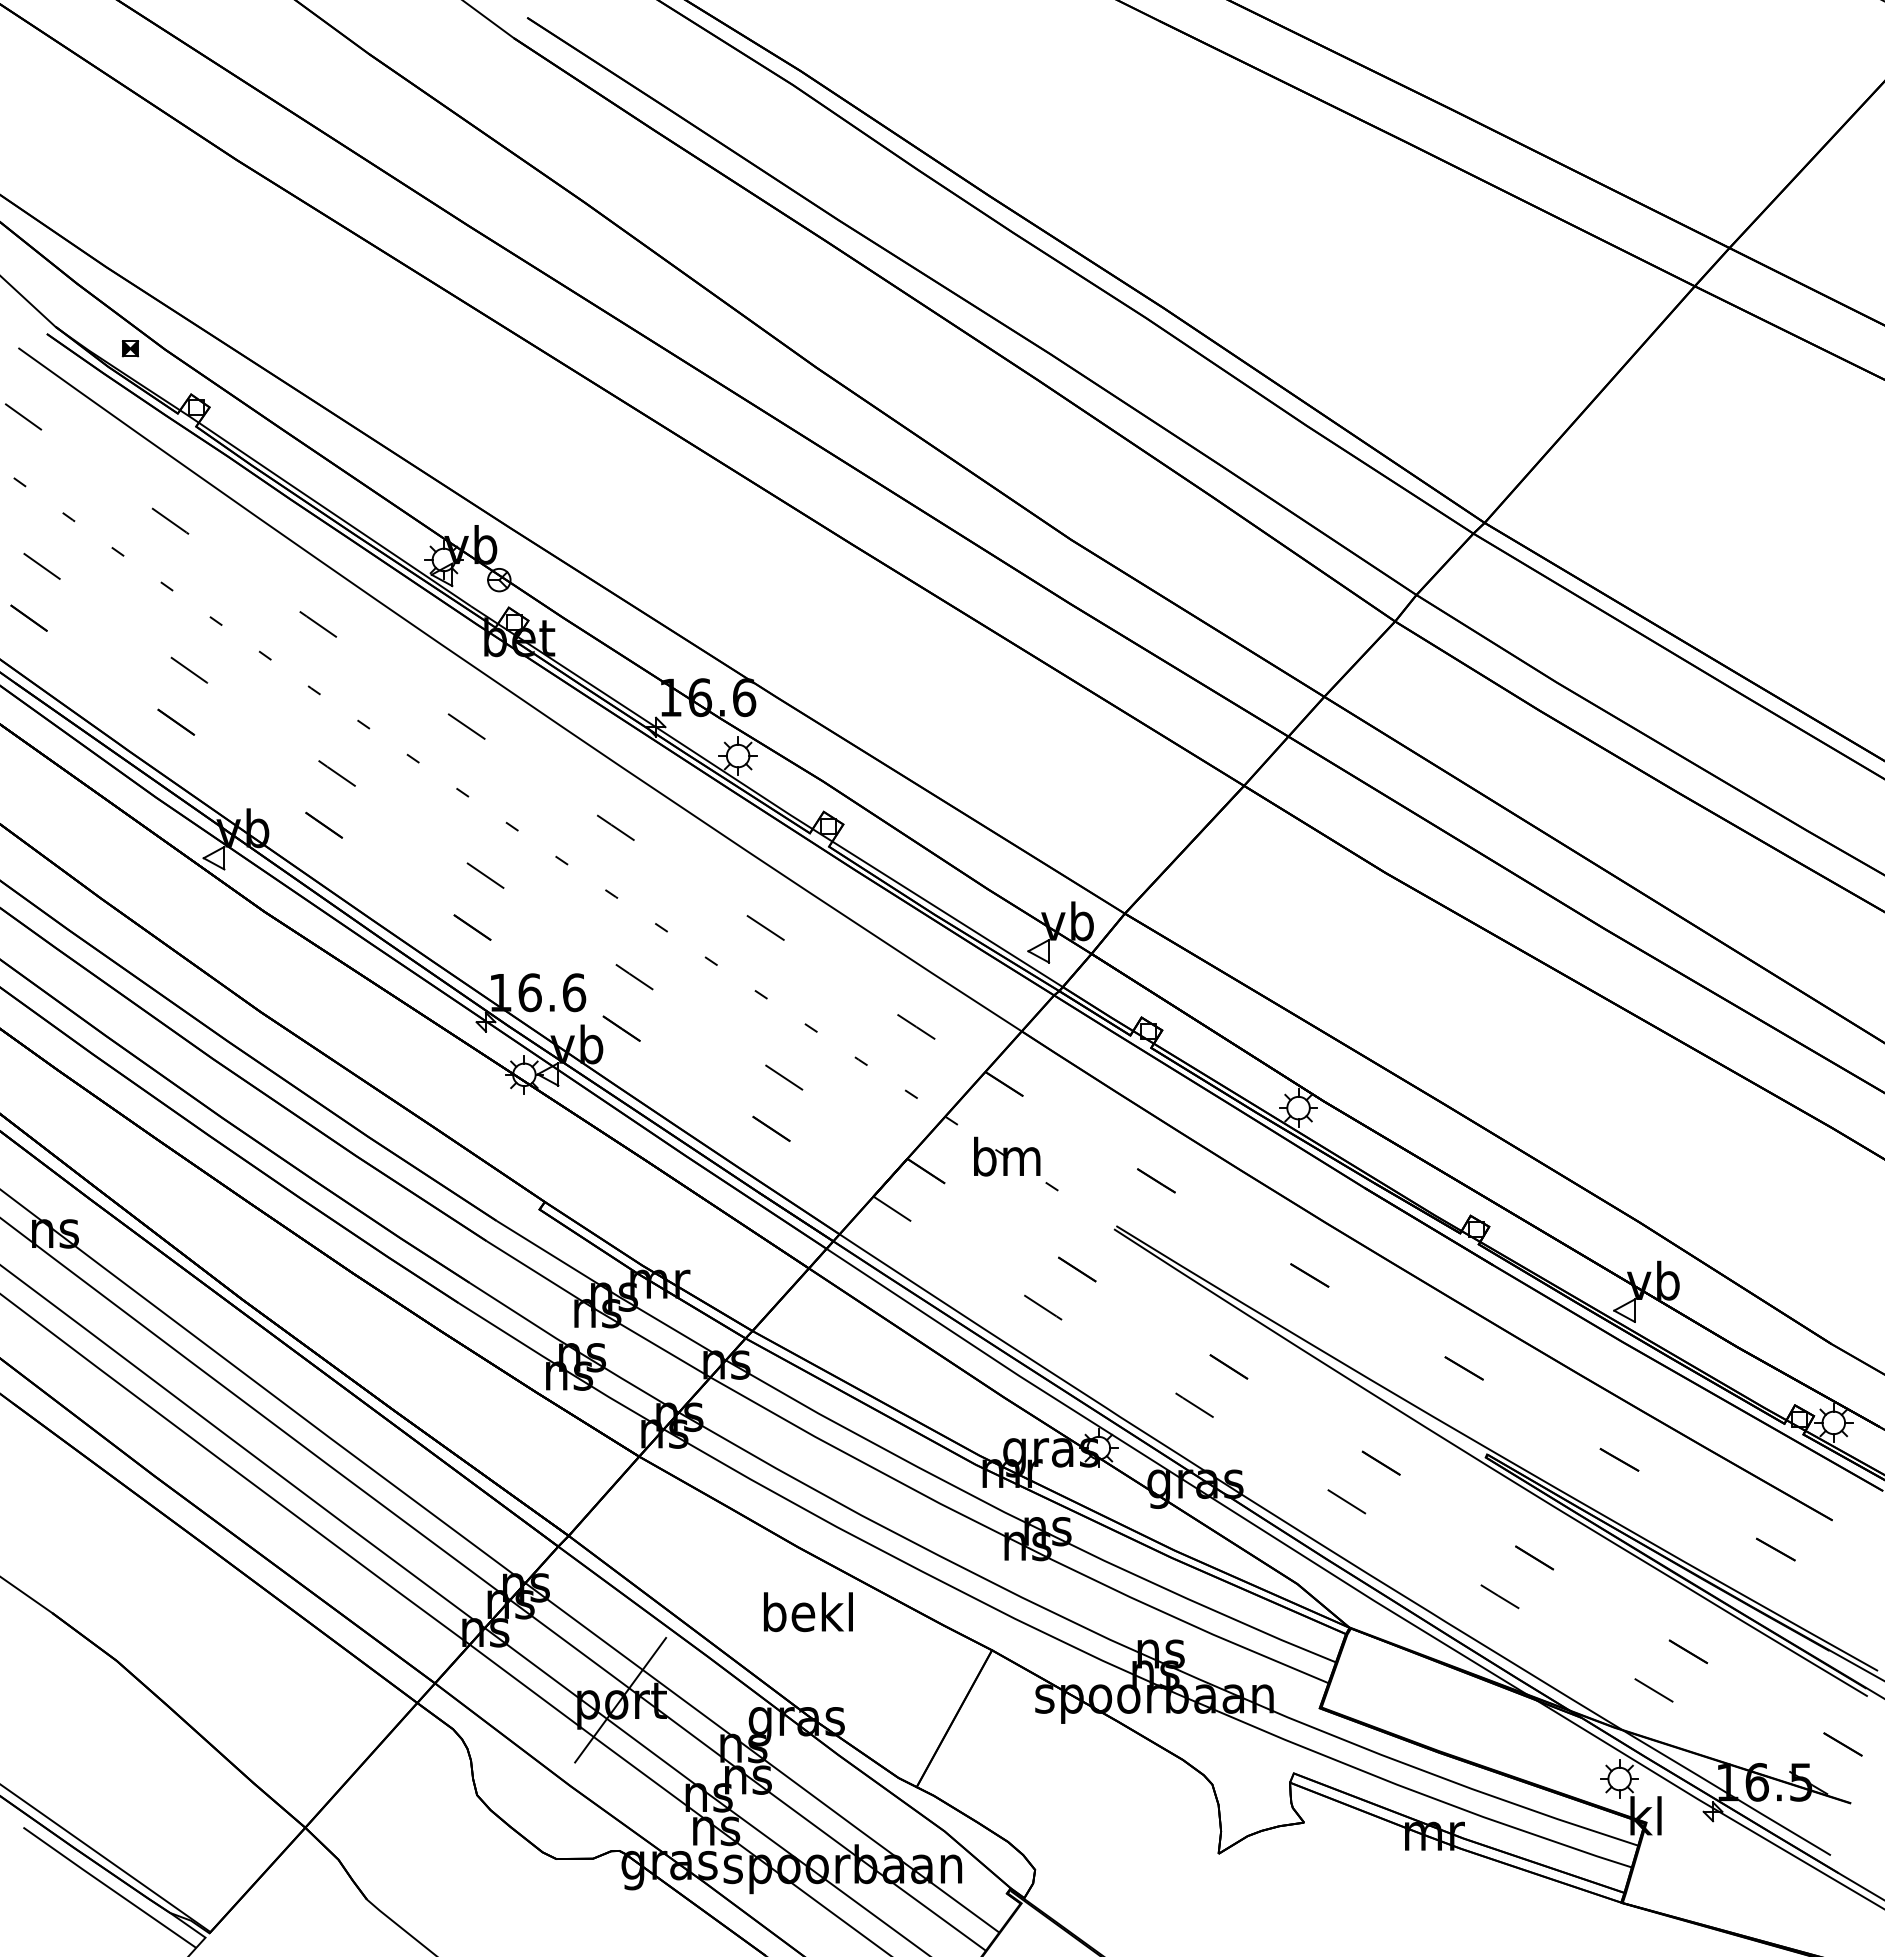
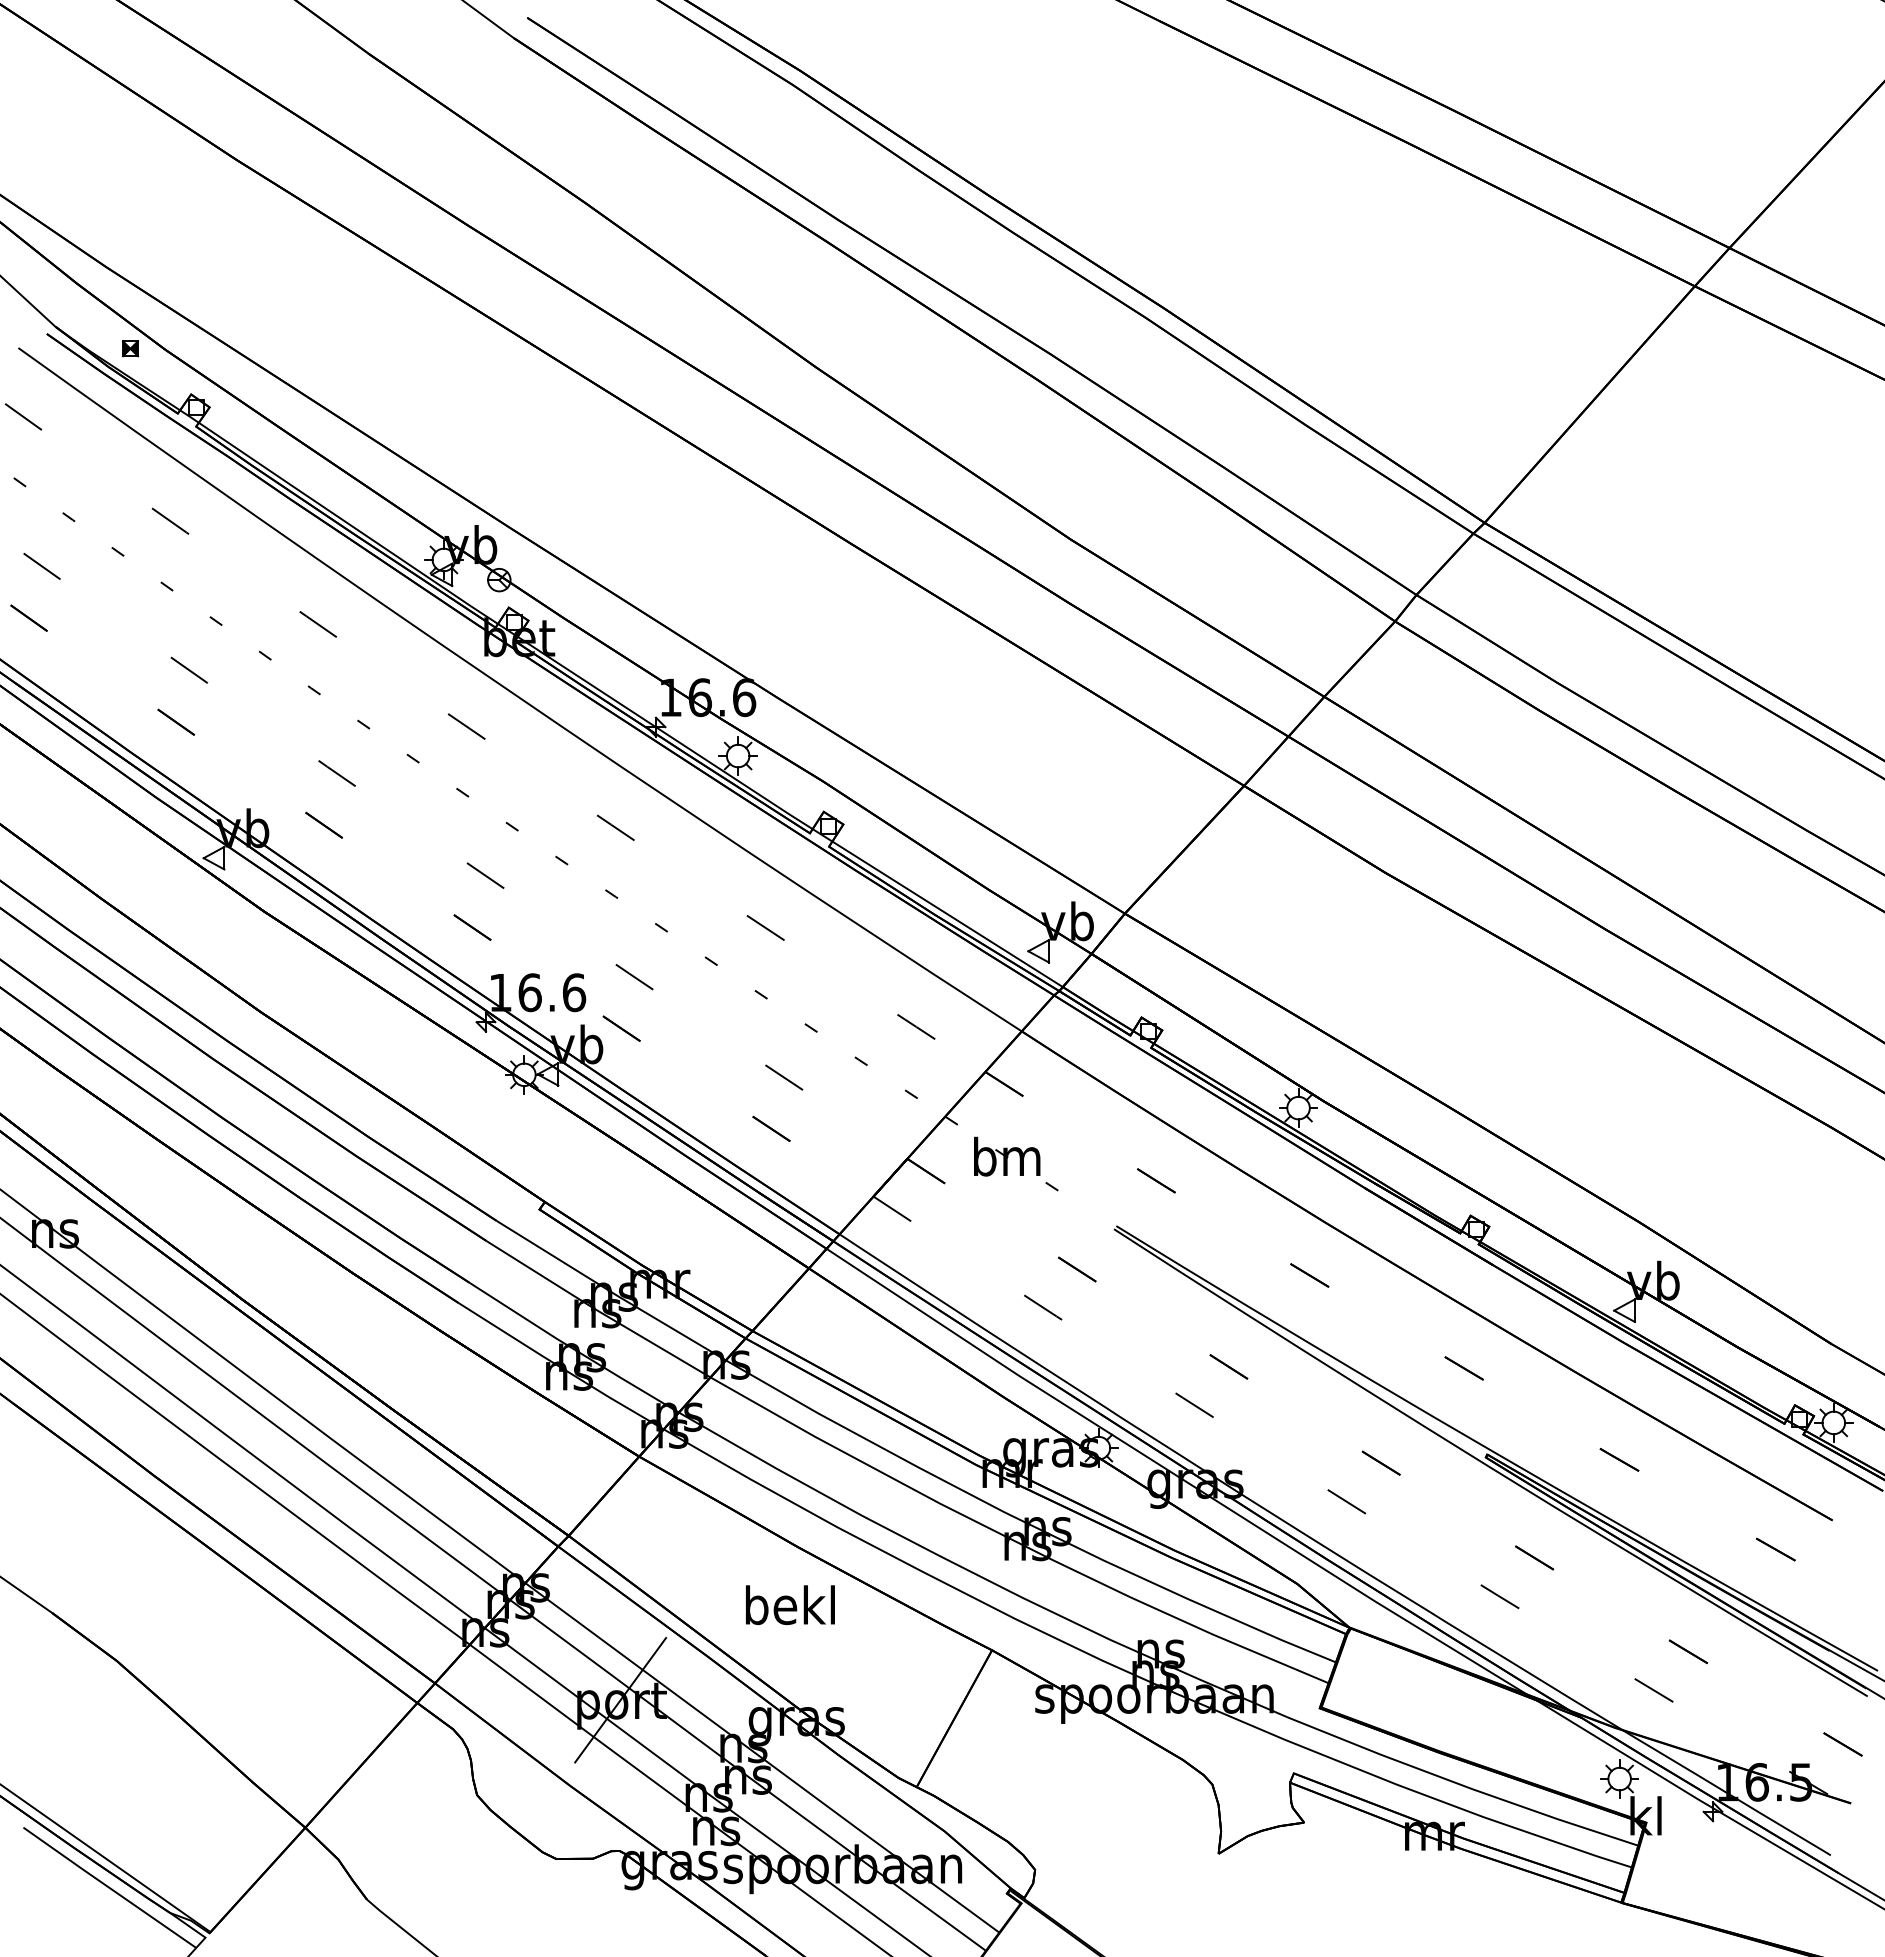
text at (808, 1612) position: (808, 1612) -> (790, 1605)
